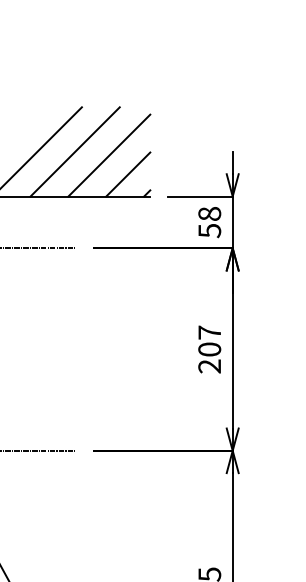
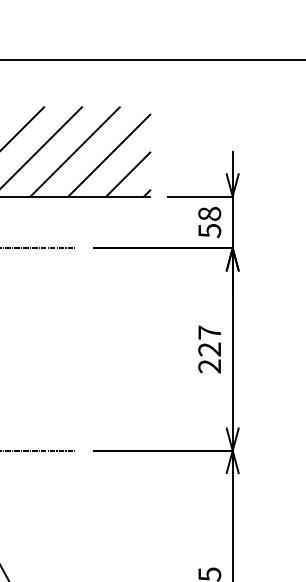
line at (152, 59): none -> present
line at (23, 128): none -> present
text at (209, 349): 207 -> 227
